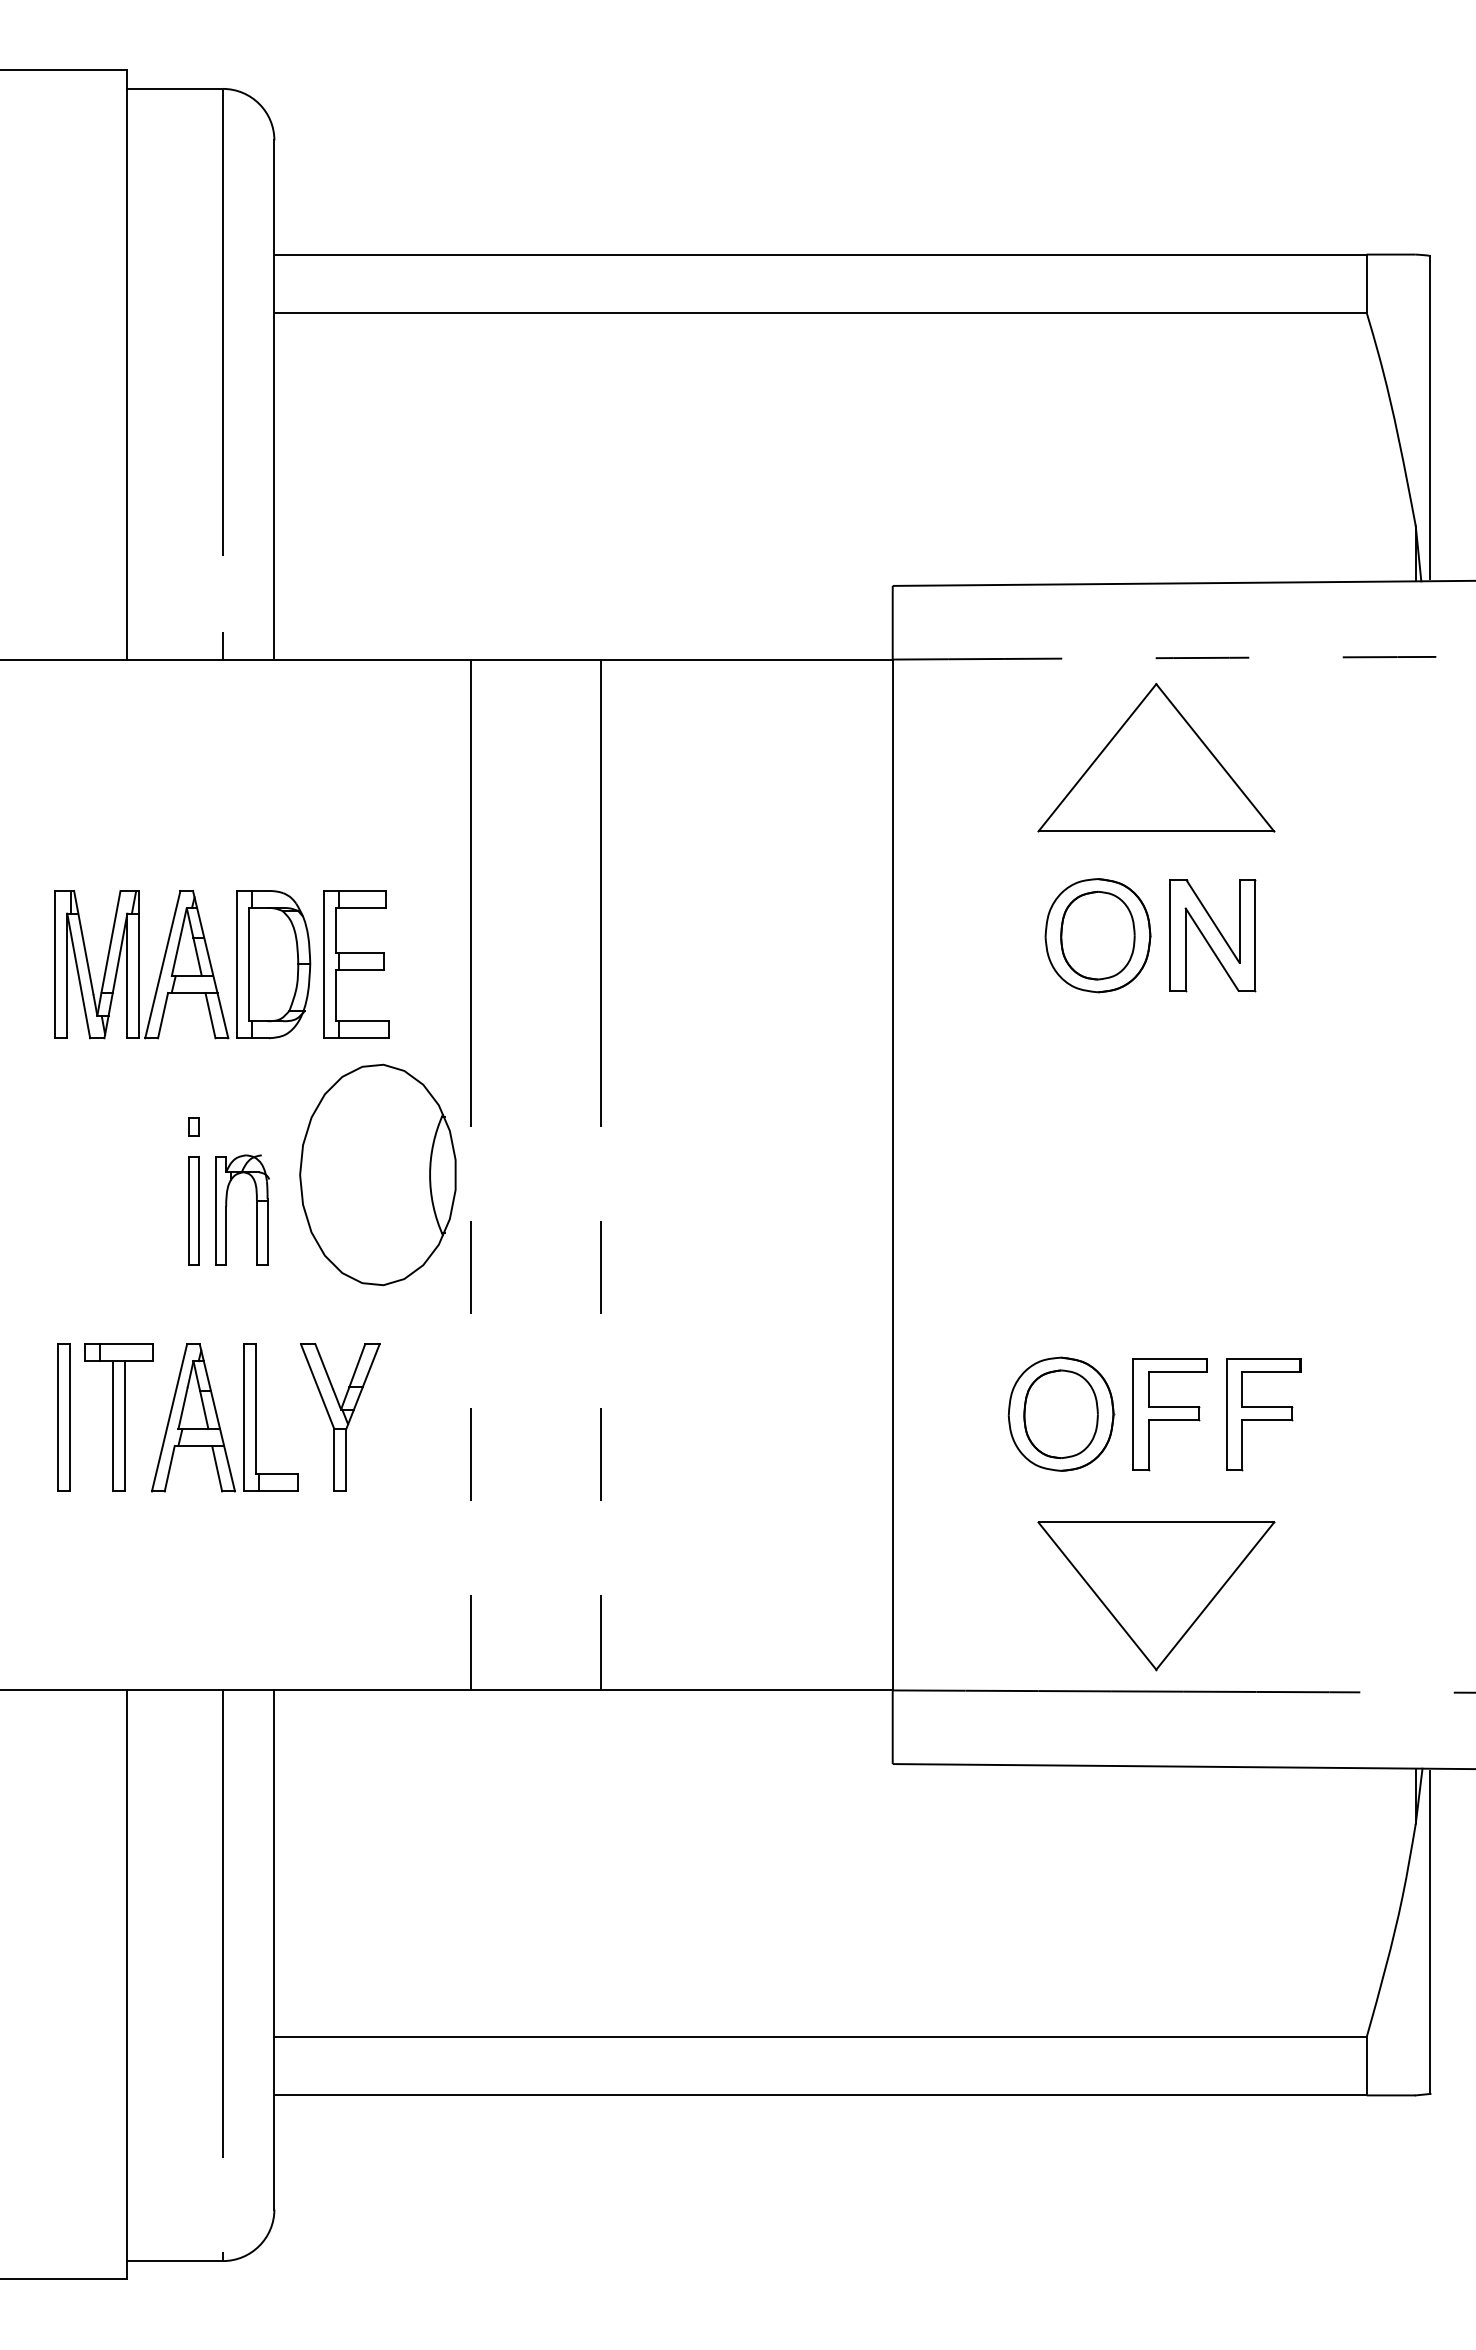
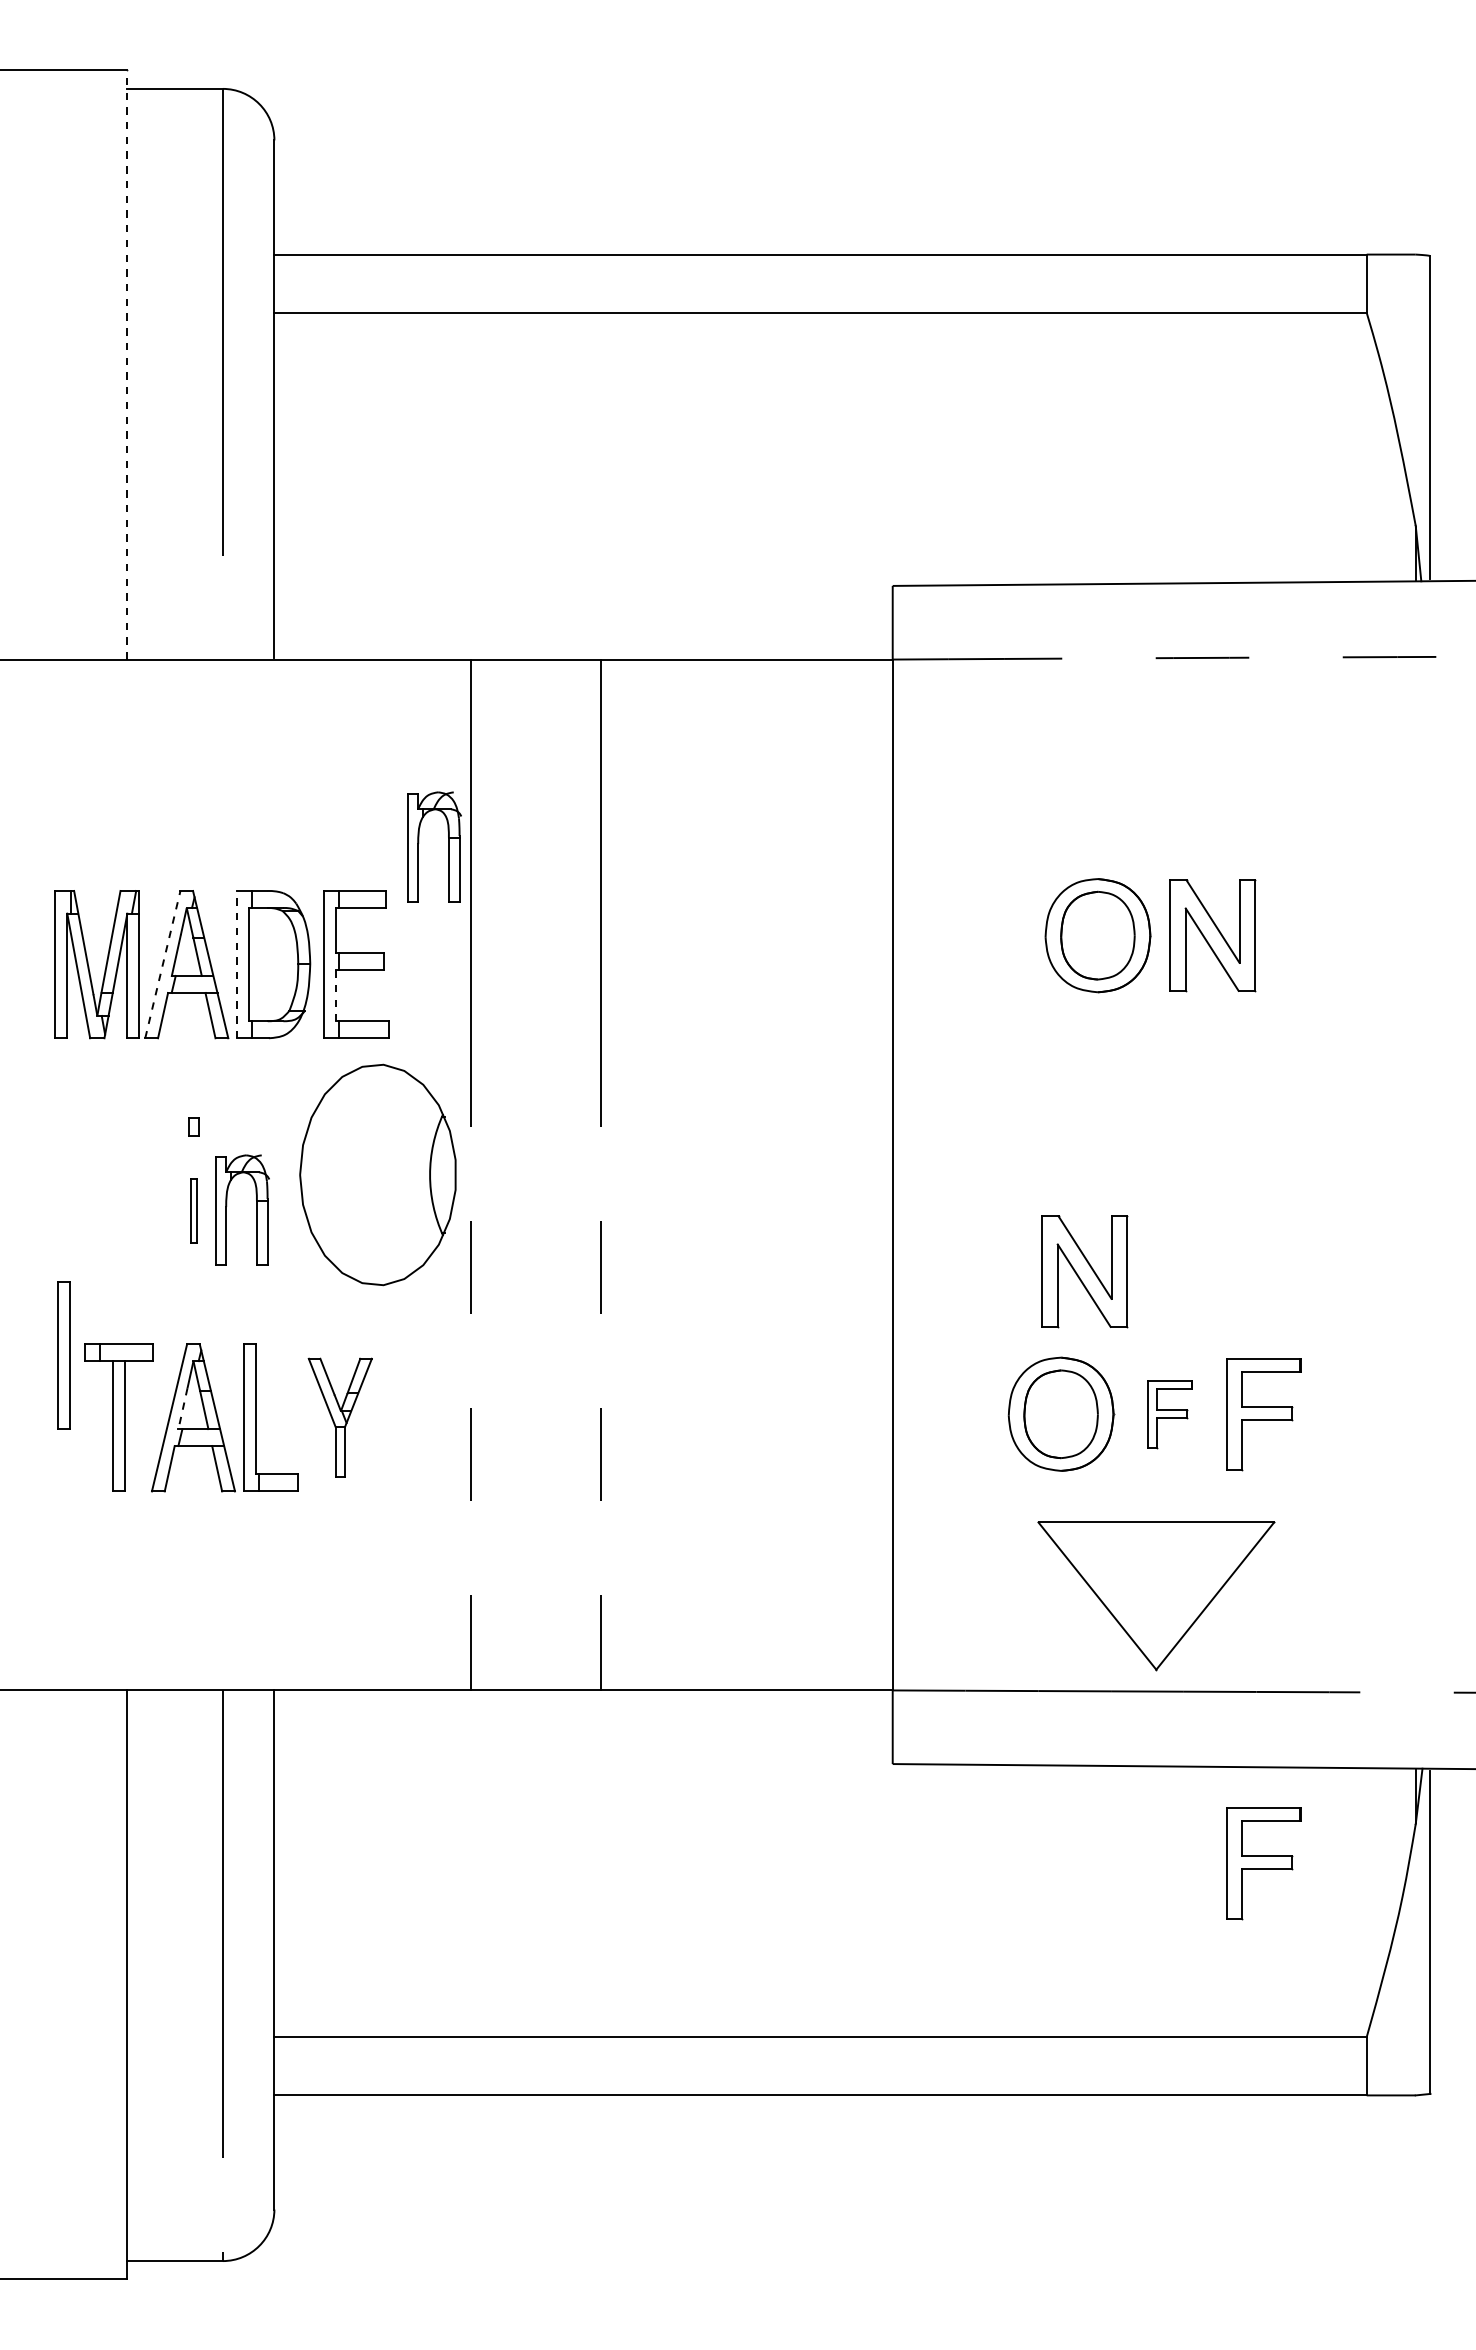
line at (127, 365): solid -> dashed
line at (222, 645): present -> none
part at (1156, 757): present -> none
part at (448, 846): none -> present
line at (162, 964): solid -> dashed
line at (236, 964): solid -> dashed
line at (335, 996): solid -> dashed
part at (193, 1210) size: 12x110 px -> 8x66 px
part at (1084, 1271): none -> present
line at (183, 1408): solid -> dashed
part at (1169, 1414) size: 76x114 px -> 46x70 px
part at (63, 1417) position: (63, 1417) -> (63, 1355)
part at (340, 1417) size: 81x149 px -> 66x121 px
part at (1263, 1863): none -> present
